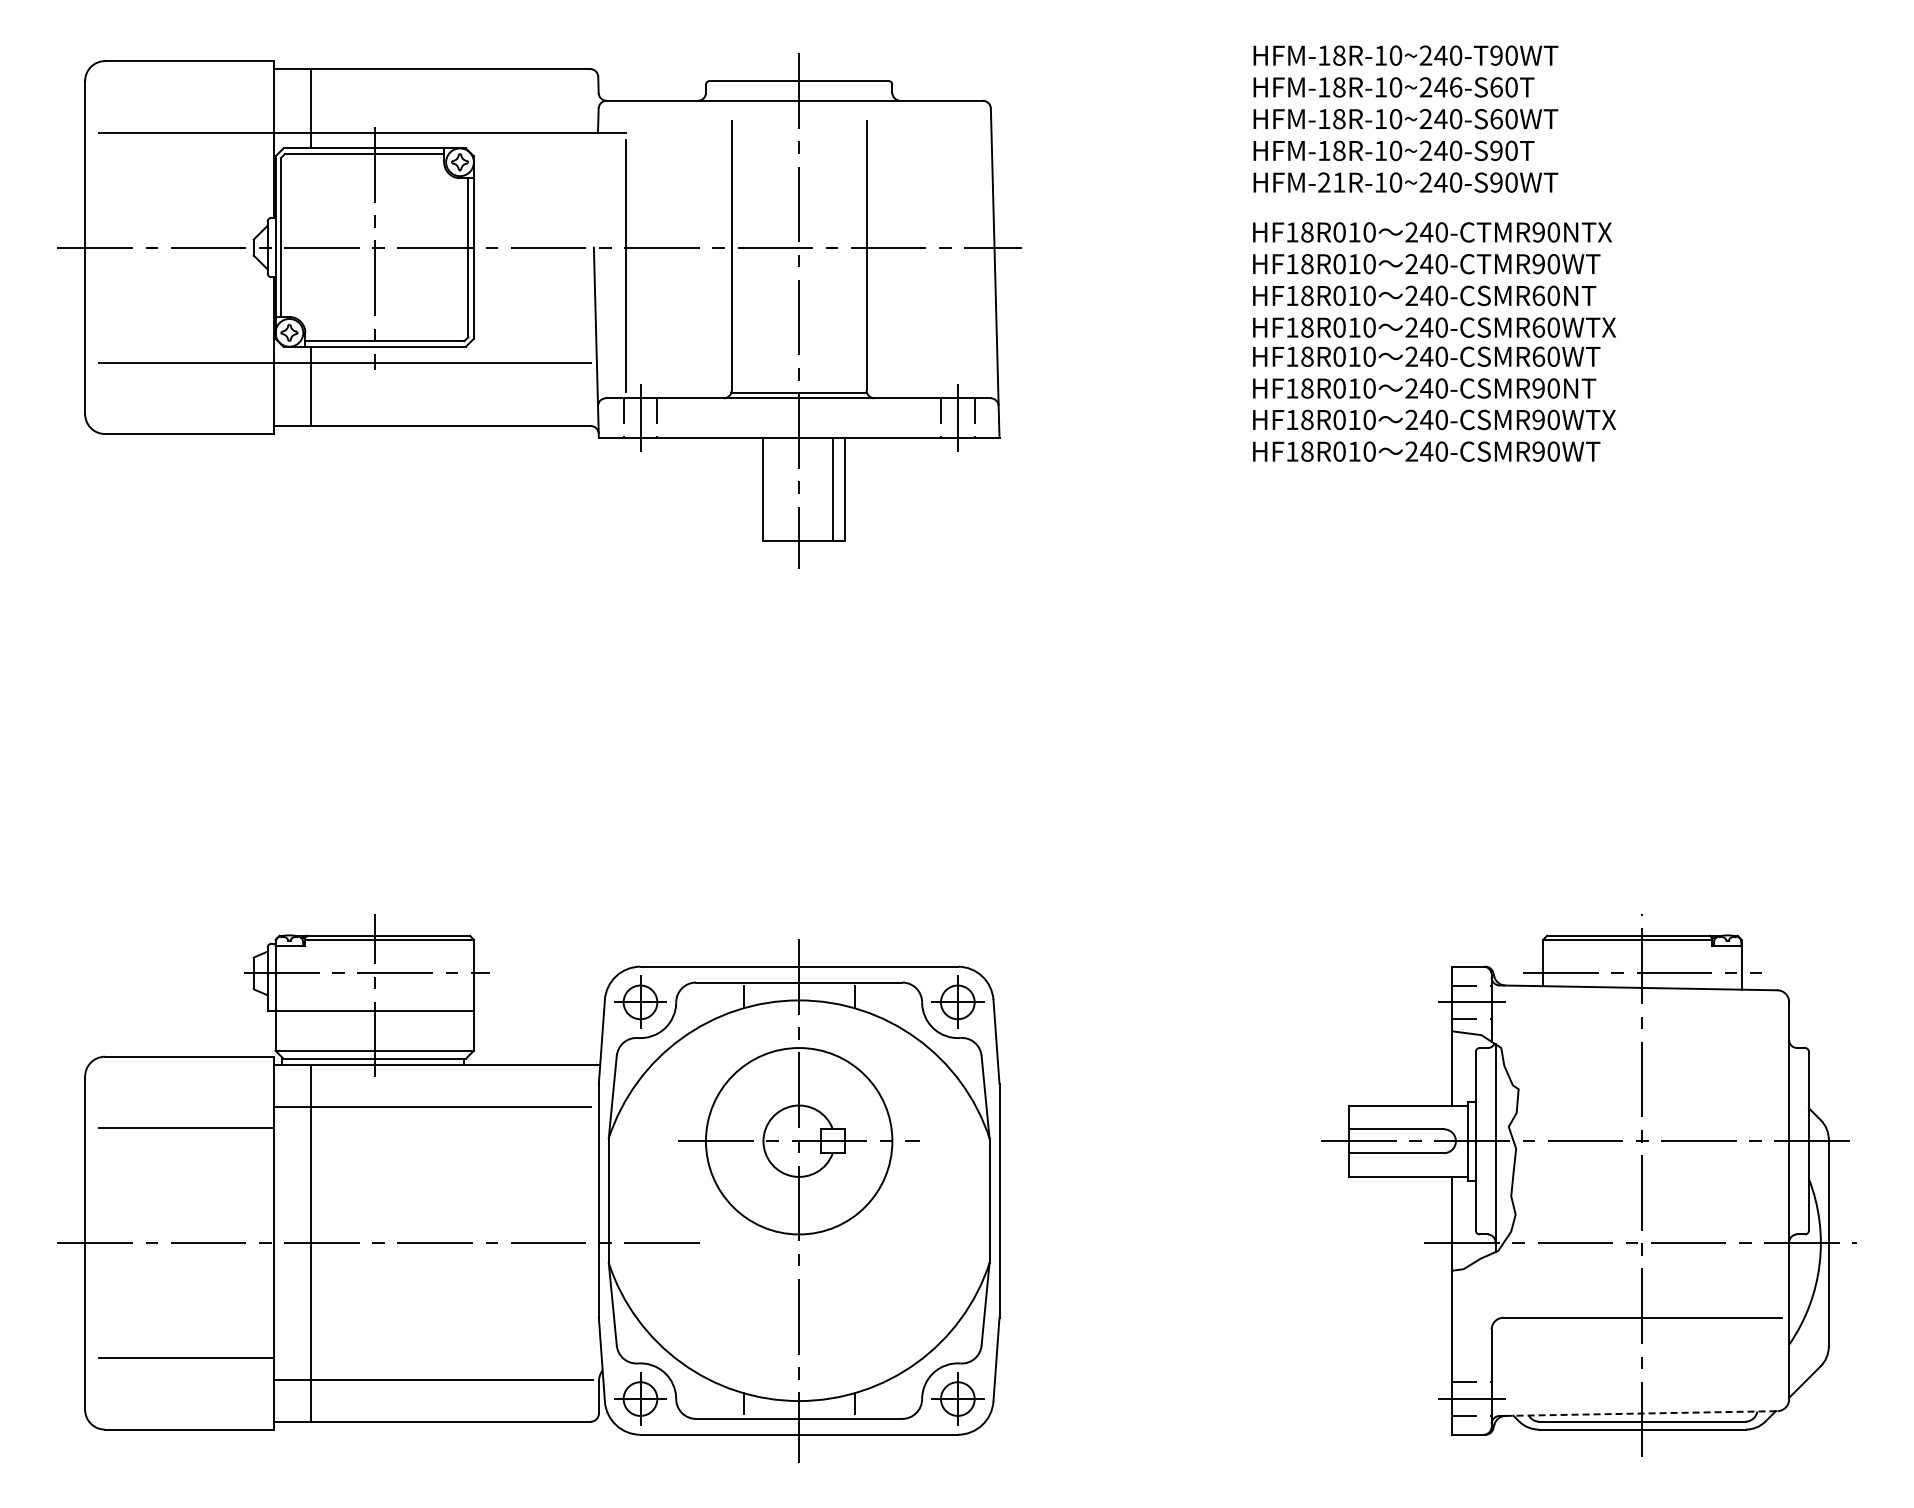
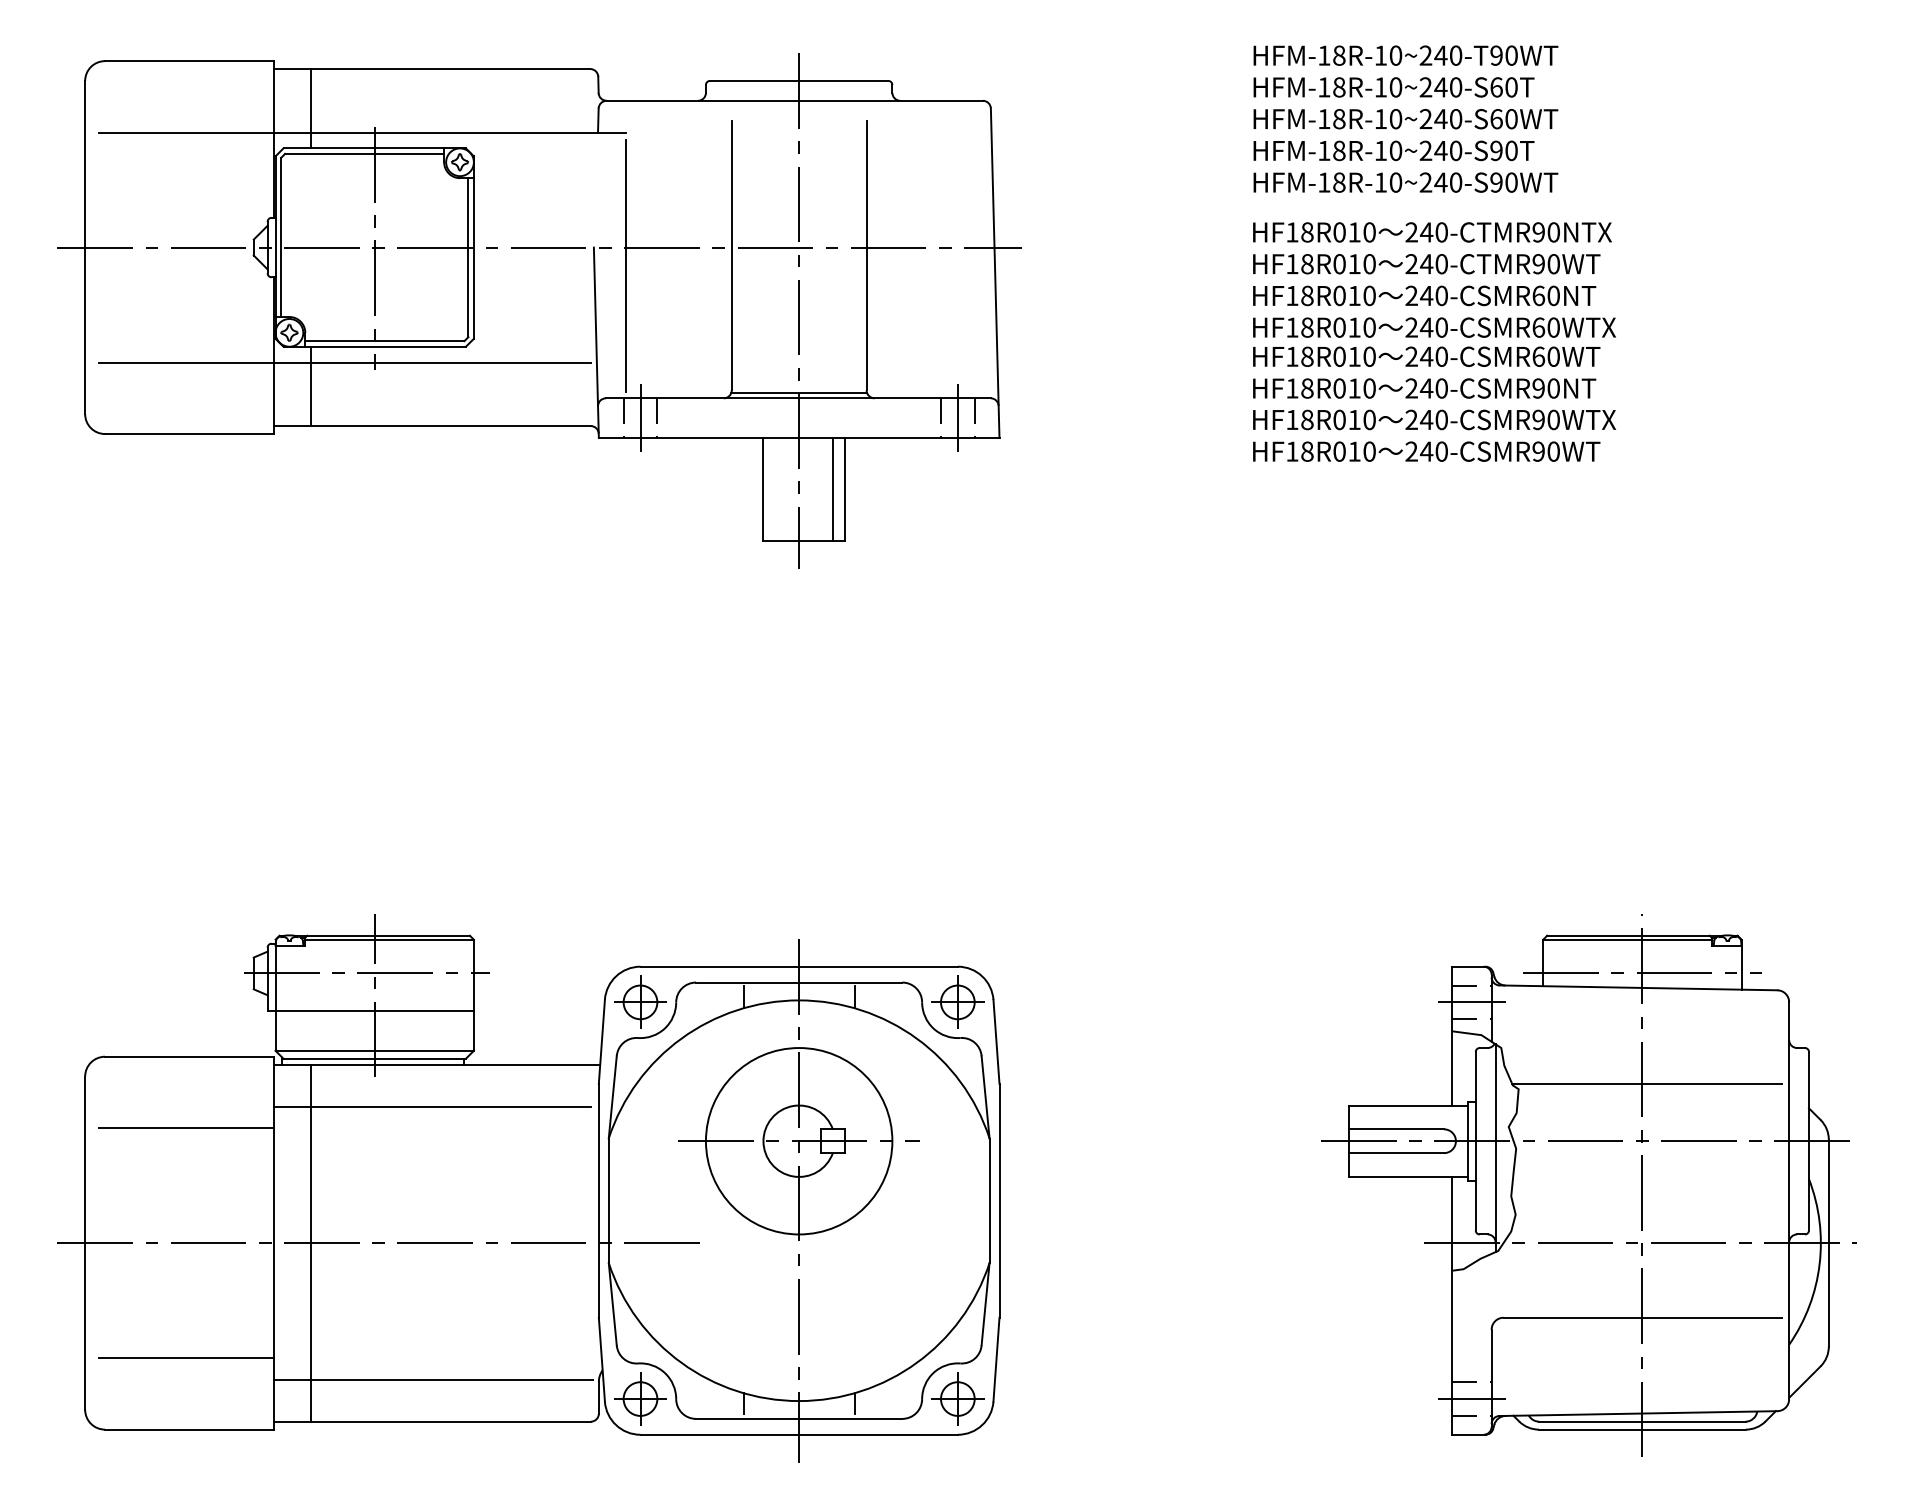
text at (1456, 87): HFM-18R-10~246-S60T -> HFM-18R-10~240-S60T
text at (1331, 182): HFM-21R-10~240-S90WT -> HFM-18R-10~240-S90WT
line at (1647, 1083): none -> present
line at (1641, 1413): dashed -> solid
